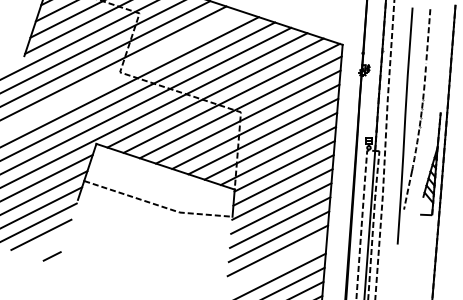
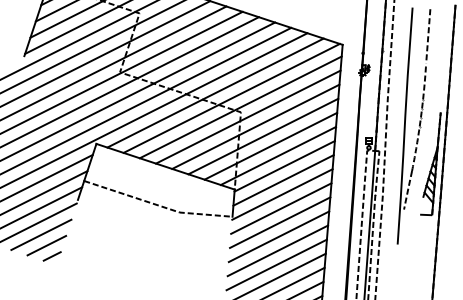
line at (122, 71): none -> present
line at (46, 245): none -> present
line at (276, 264): none -> present
